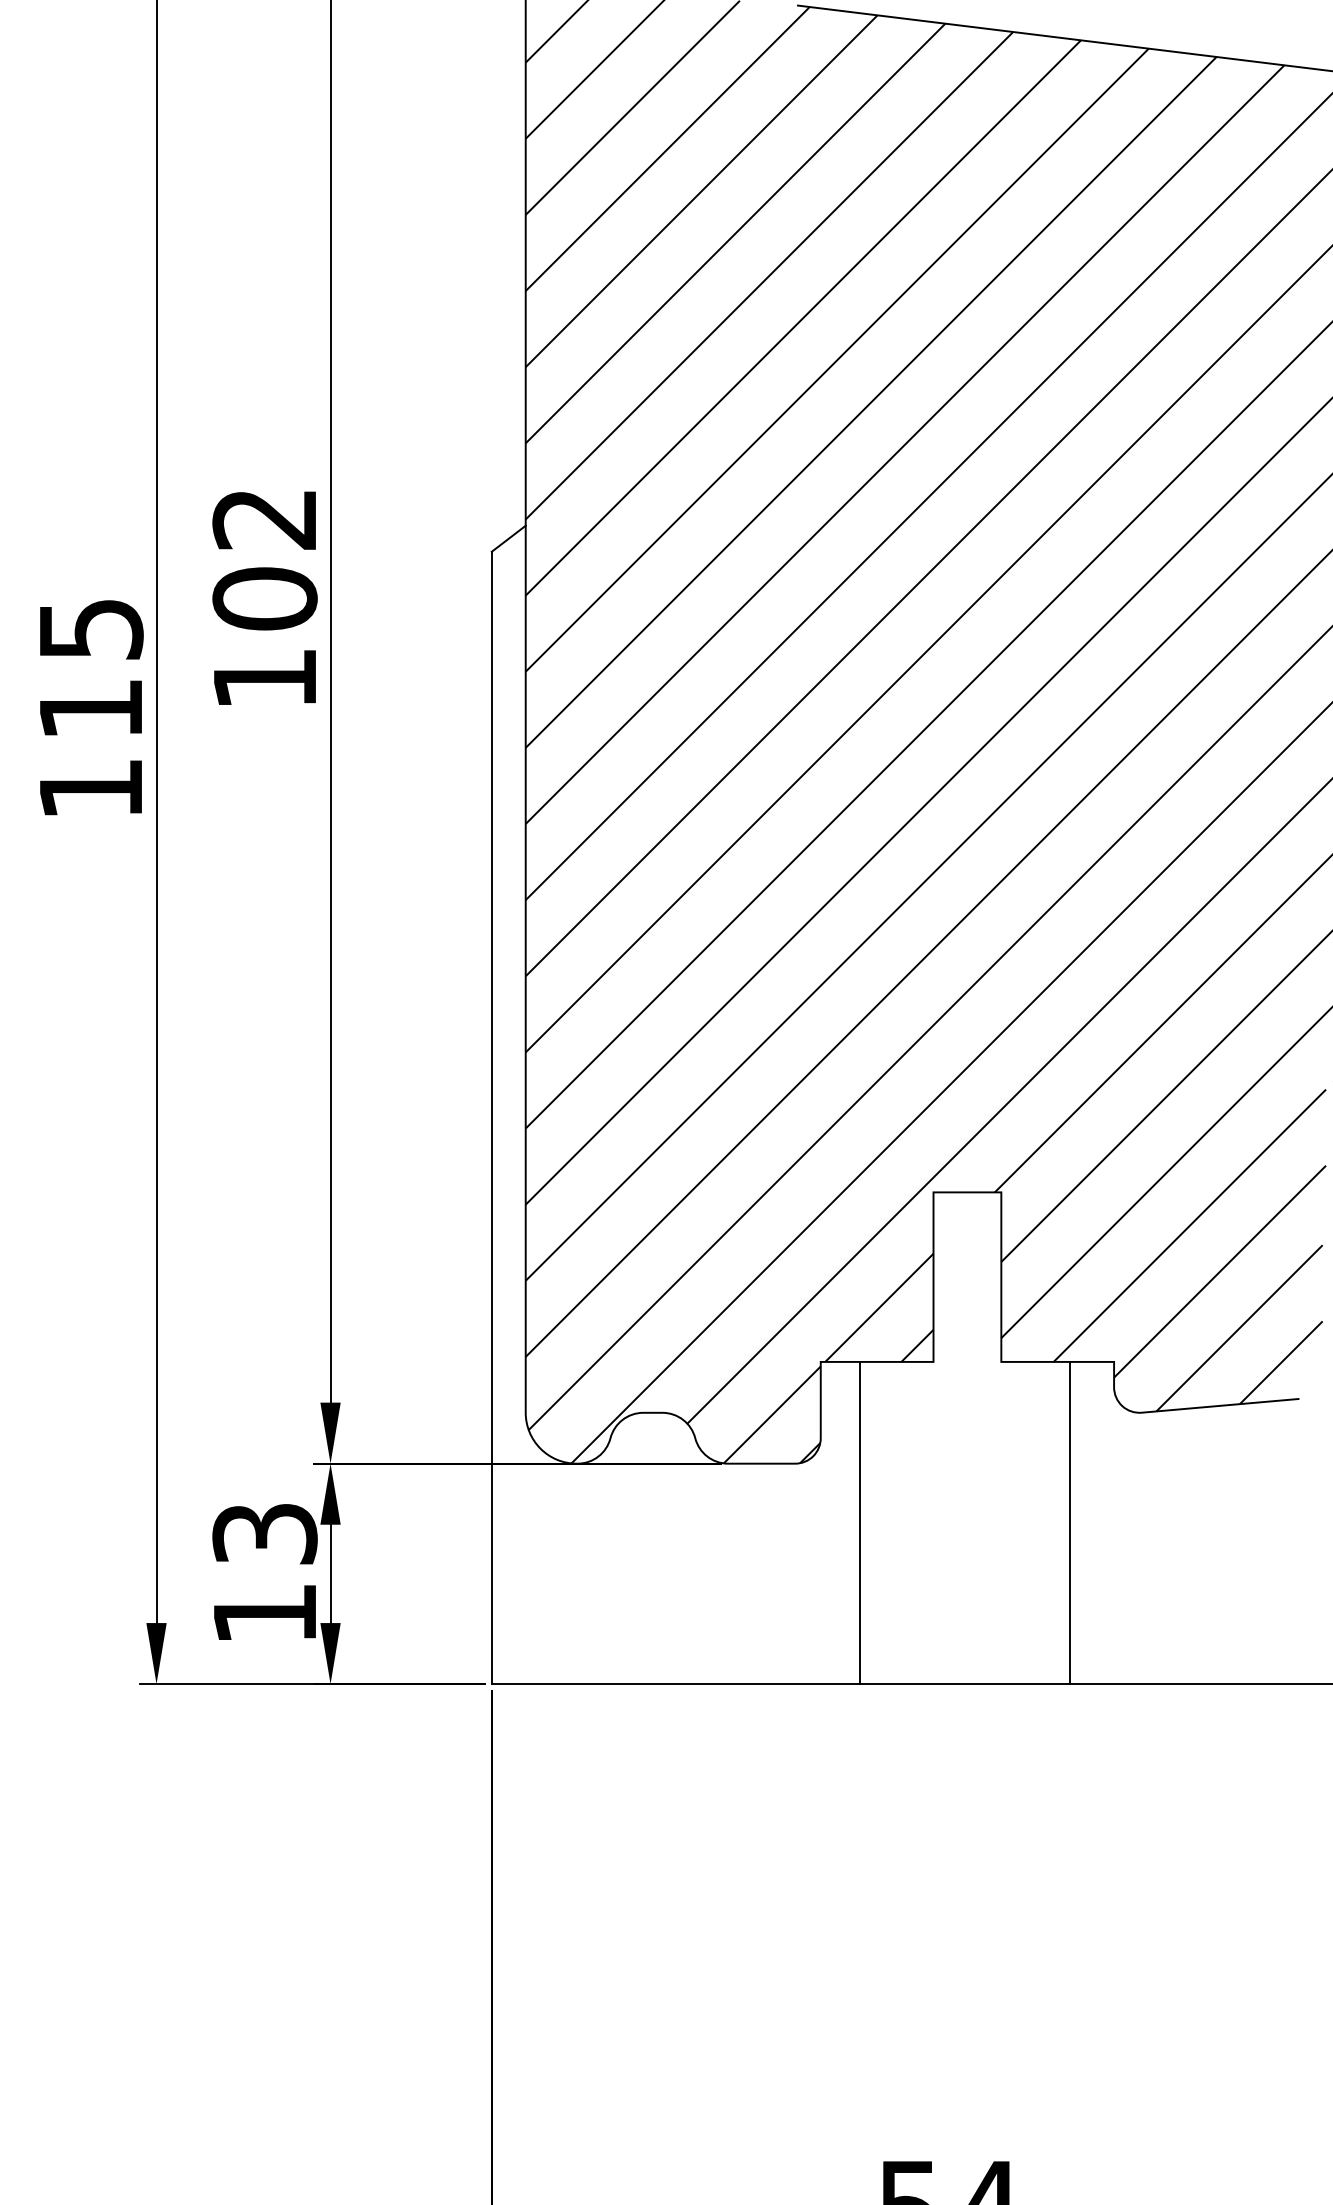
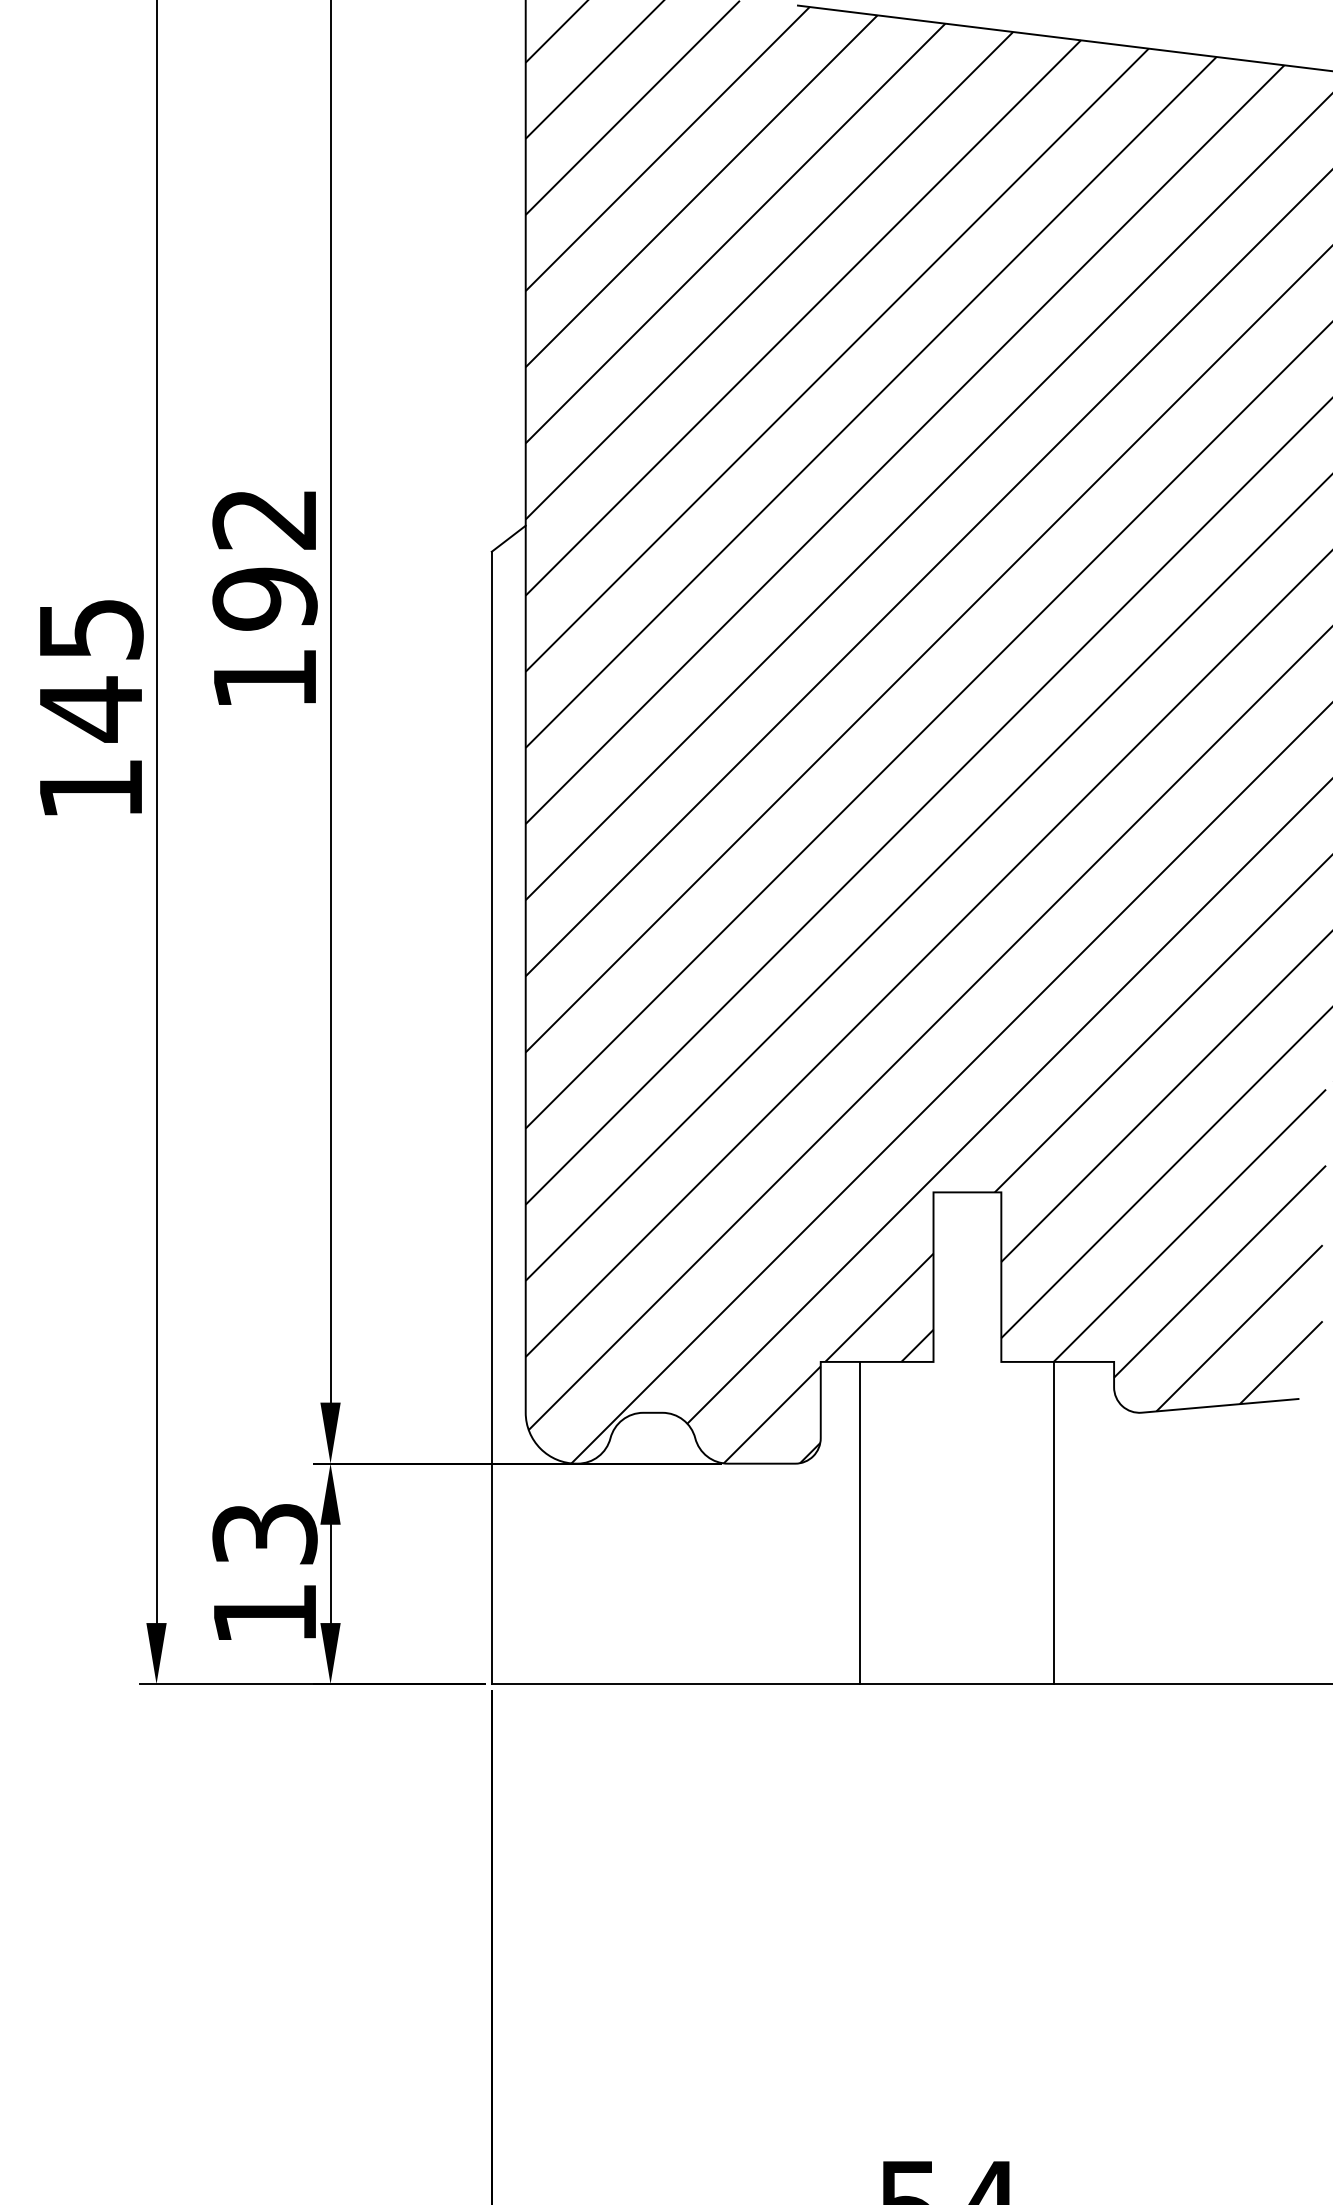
text at (264, 598): 102 -> 192
text at (90, 709): 115 -> 145
line at (1070, 1522) position: (1070, 1522) -> (1054, 1522)
